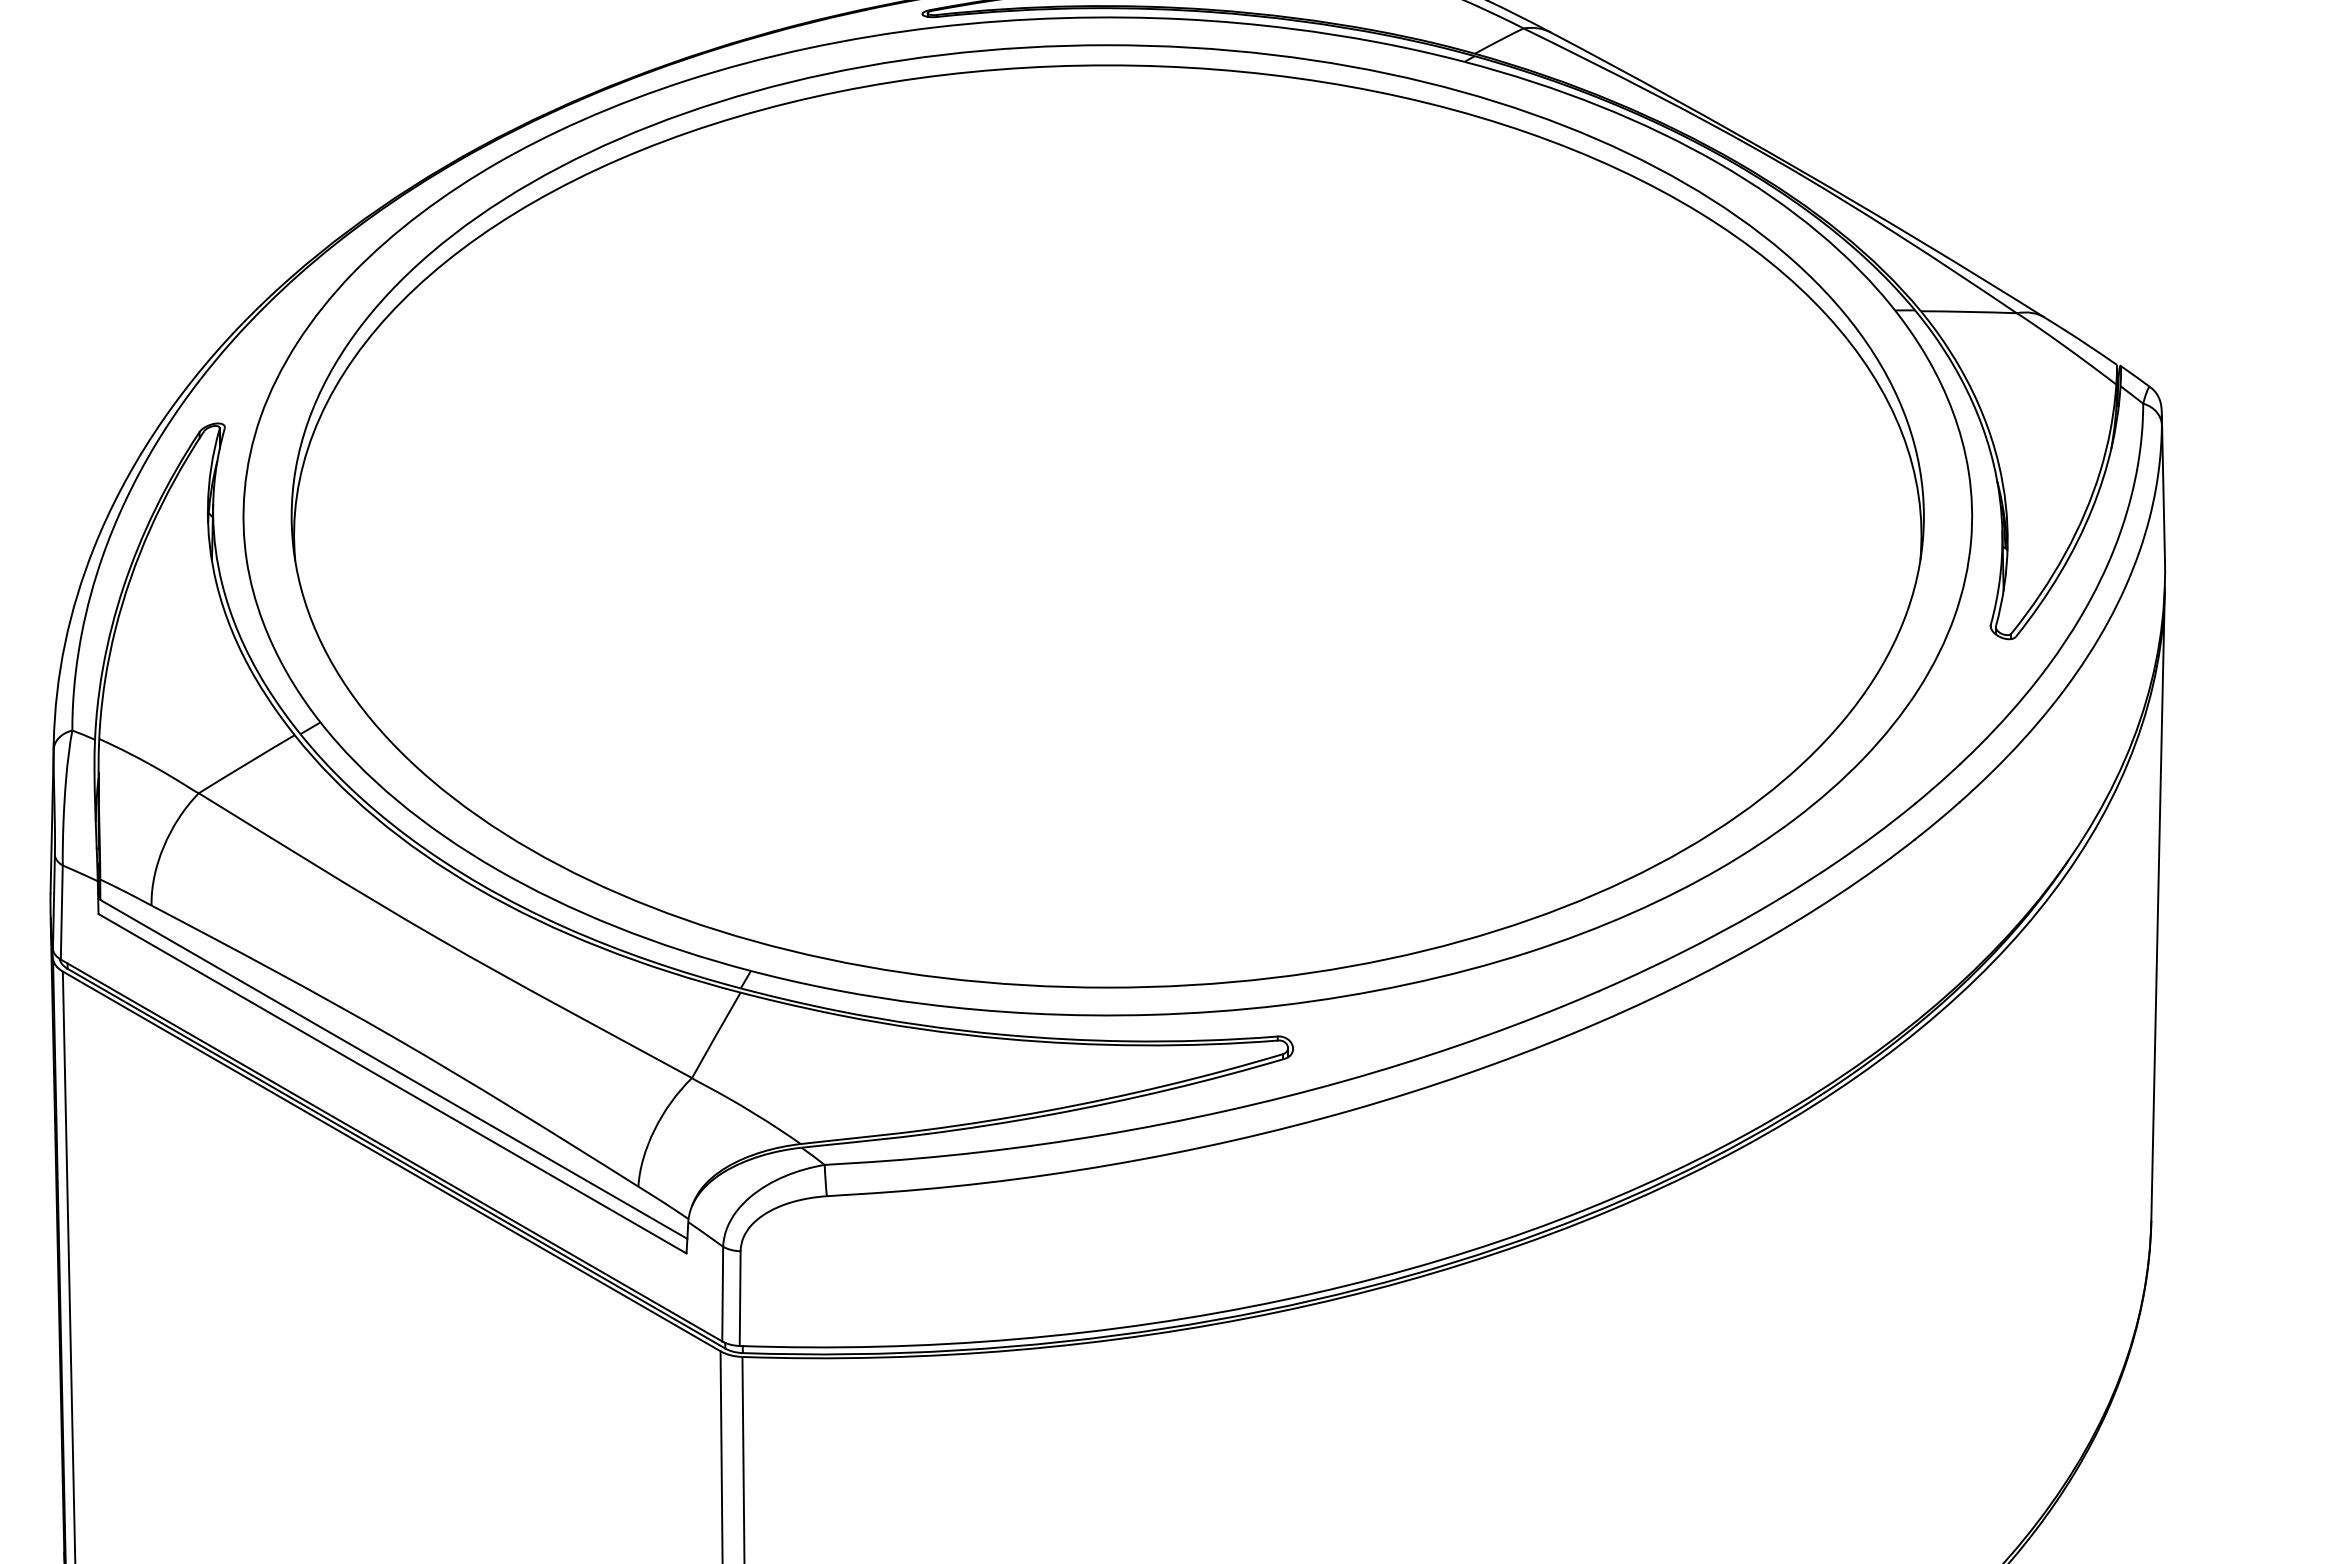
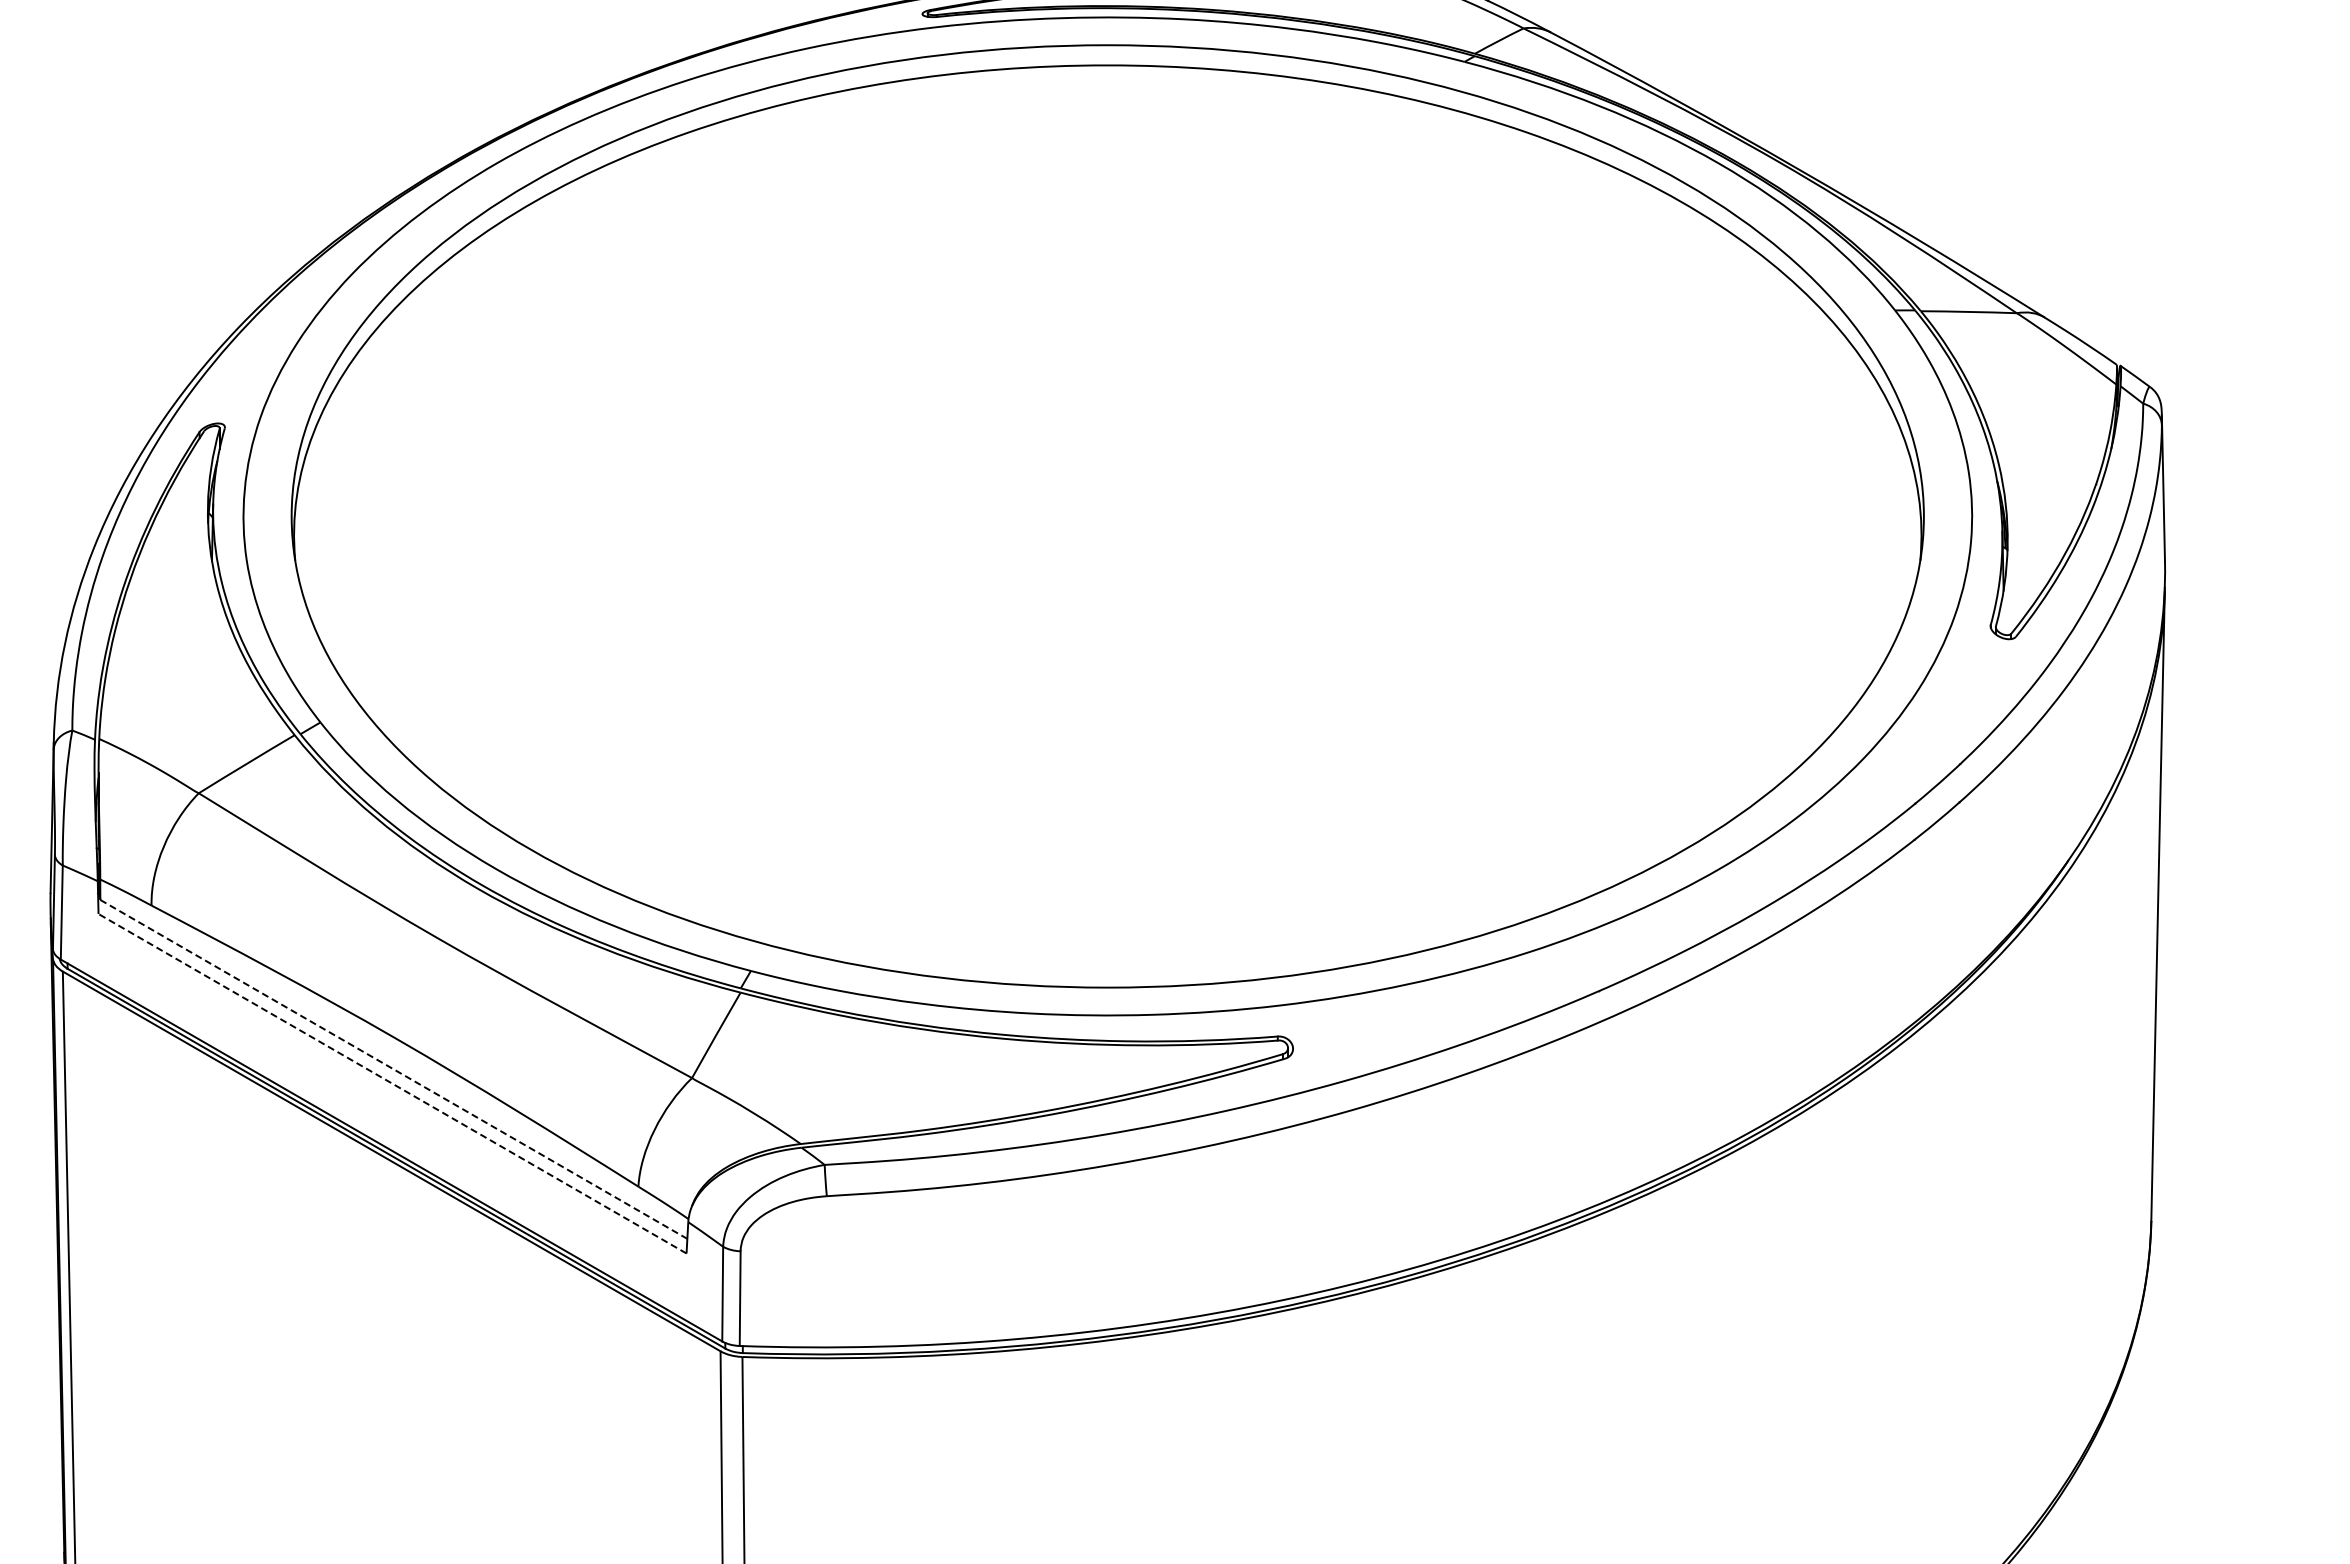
line at (393, 1069): solid -> dashed
line at (392, 1083): solid -> dashed
